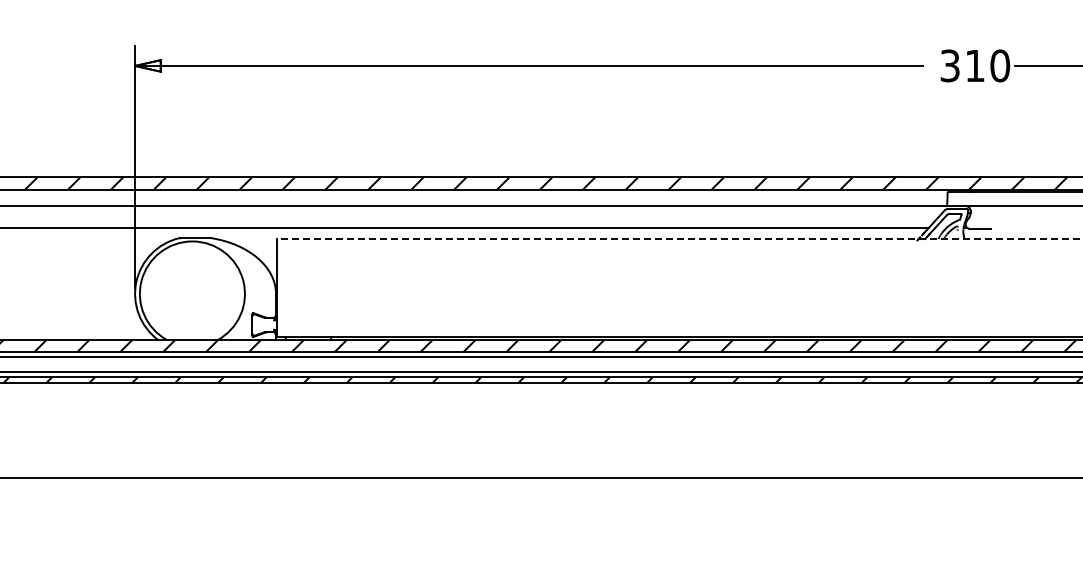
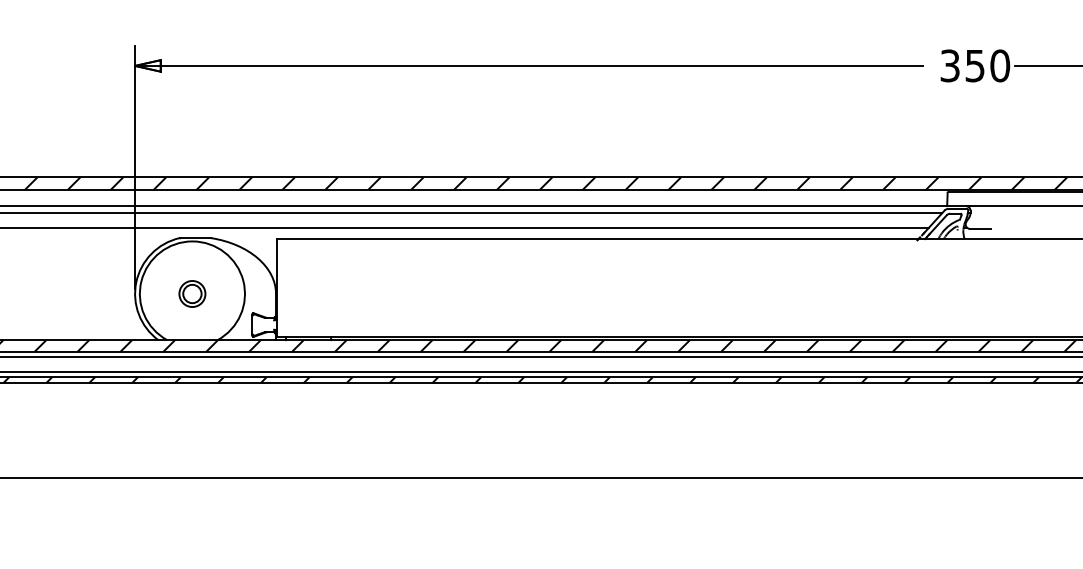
text at (974, 66): 310 -> 350
line at (472, 213): none -> present
line at (679, 239): dashed -> solid
part at (192, 293): none -> present
